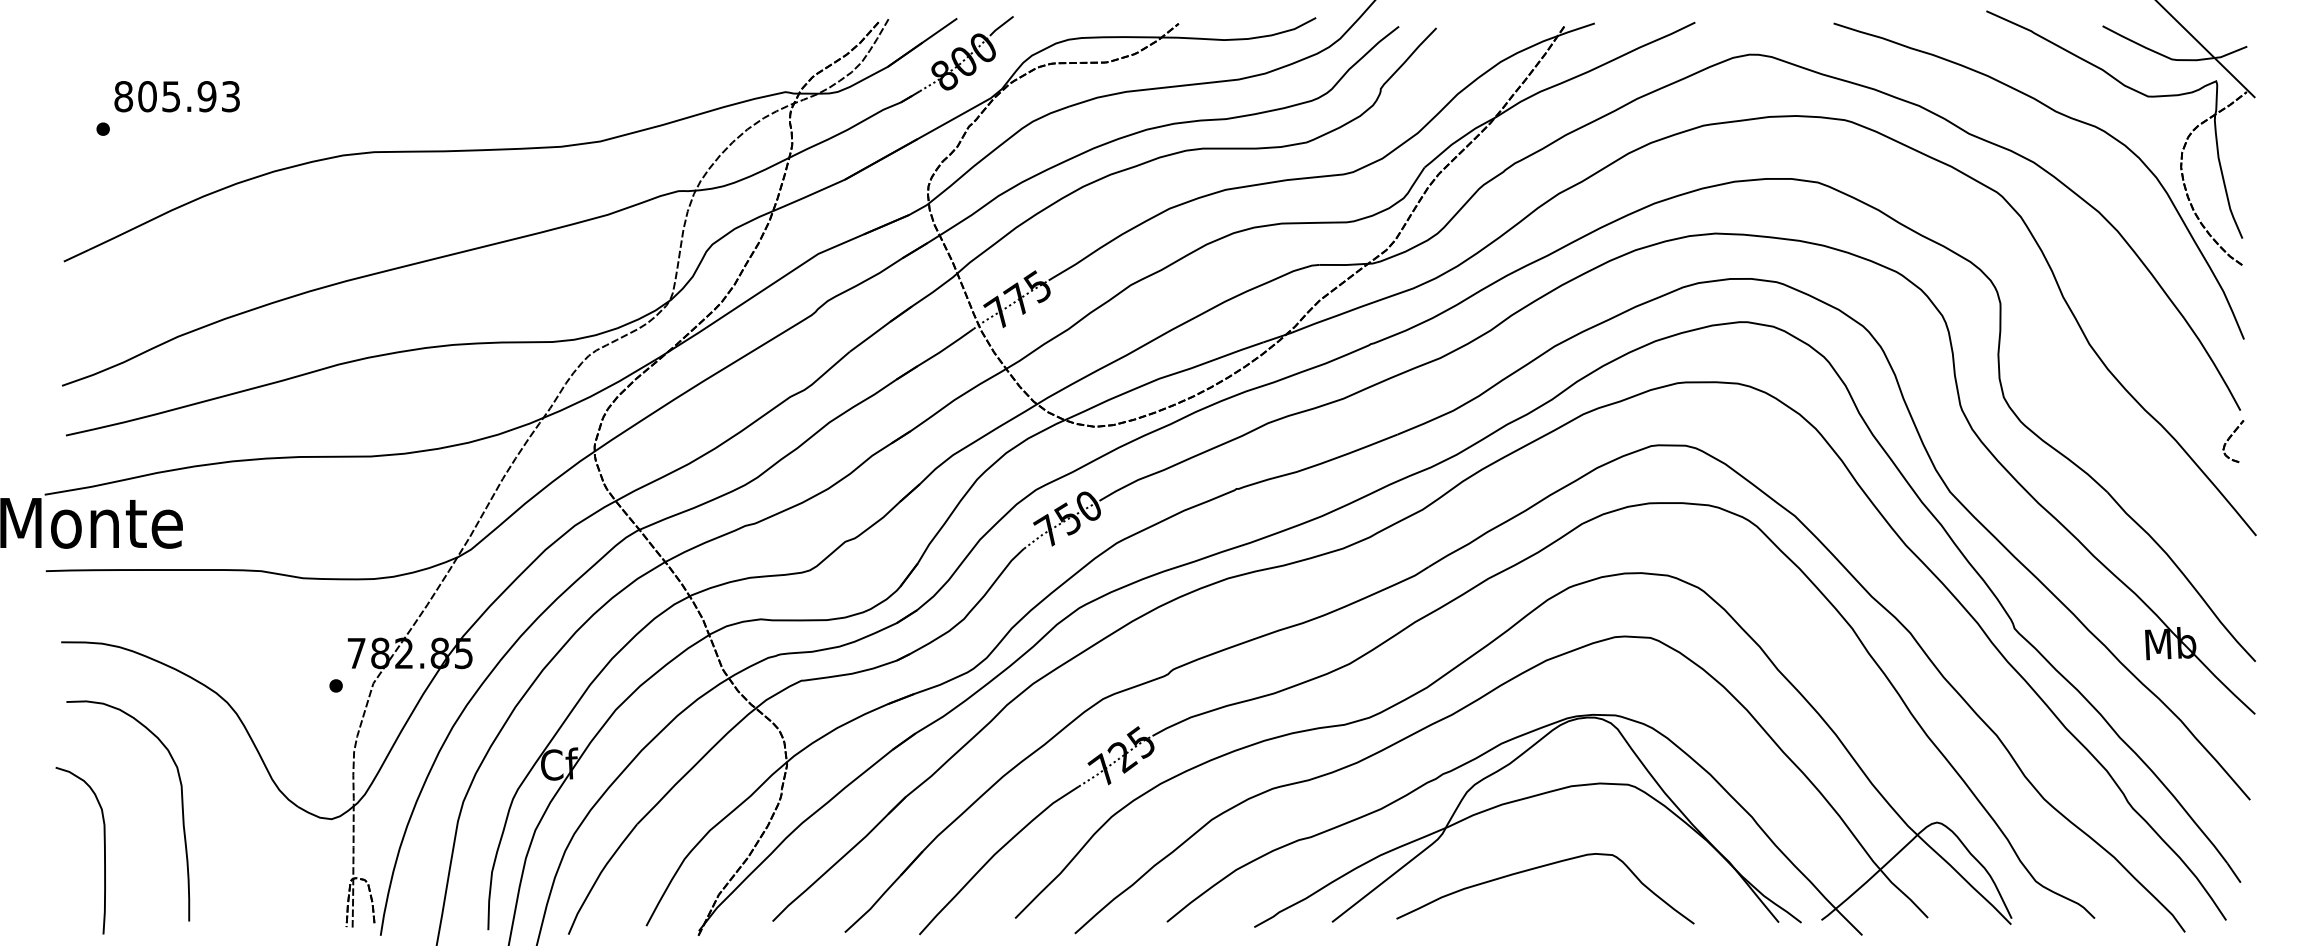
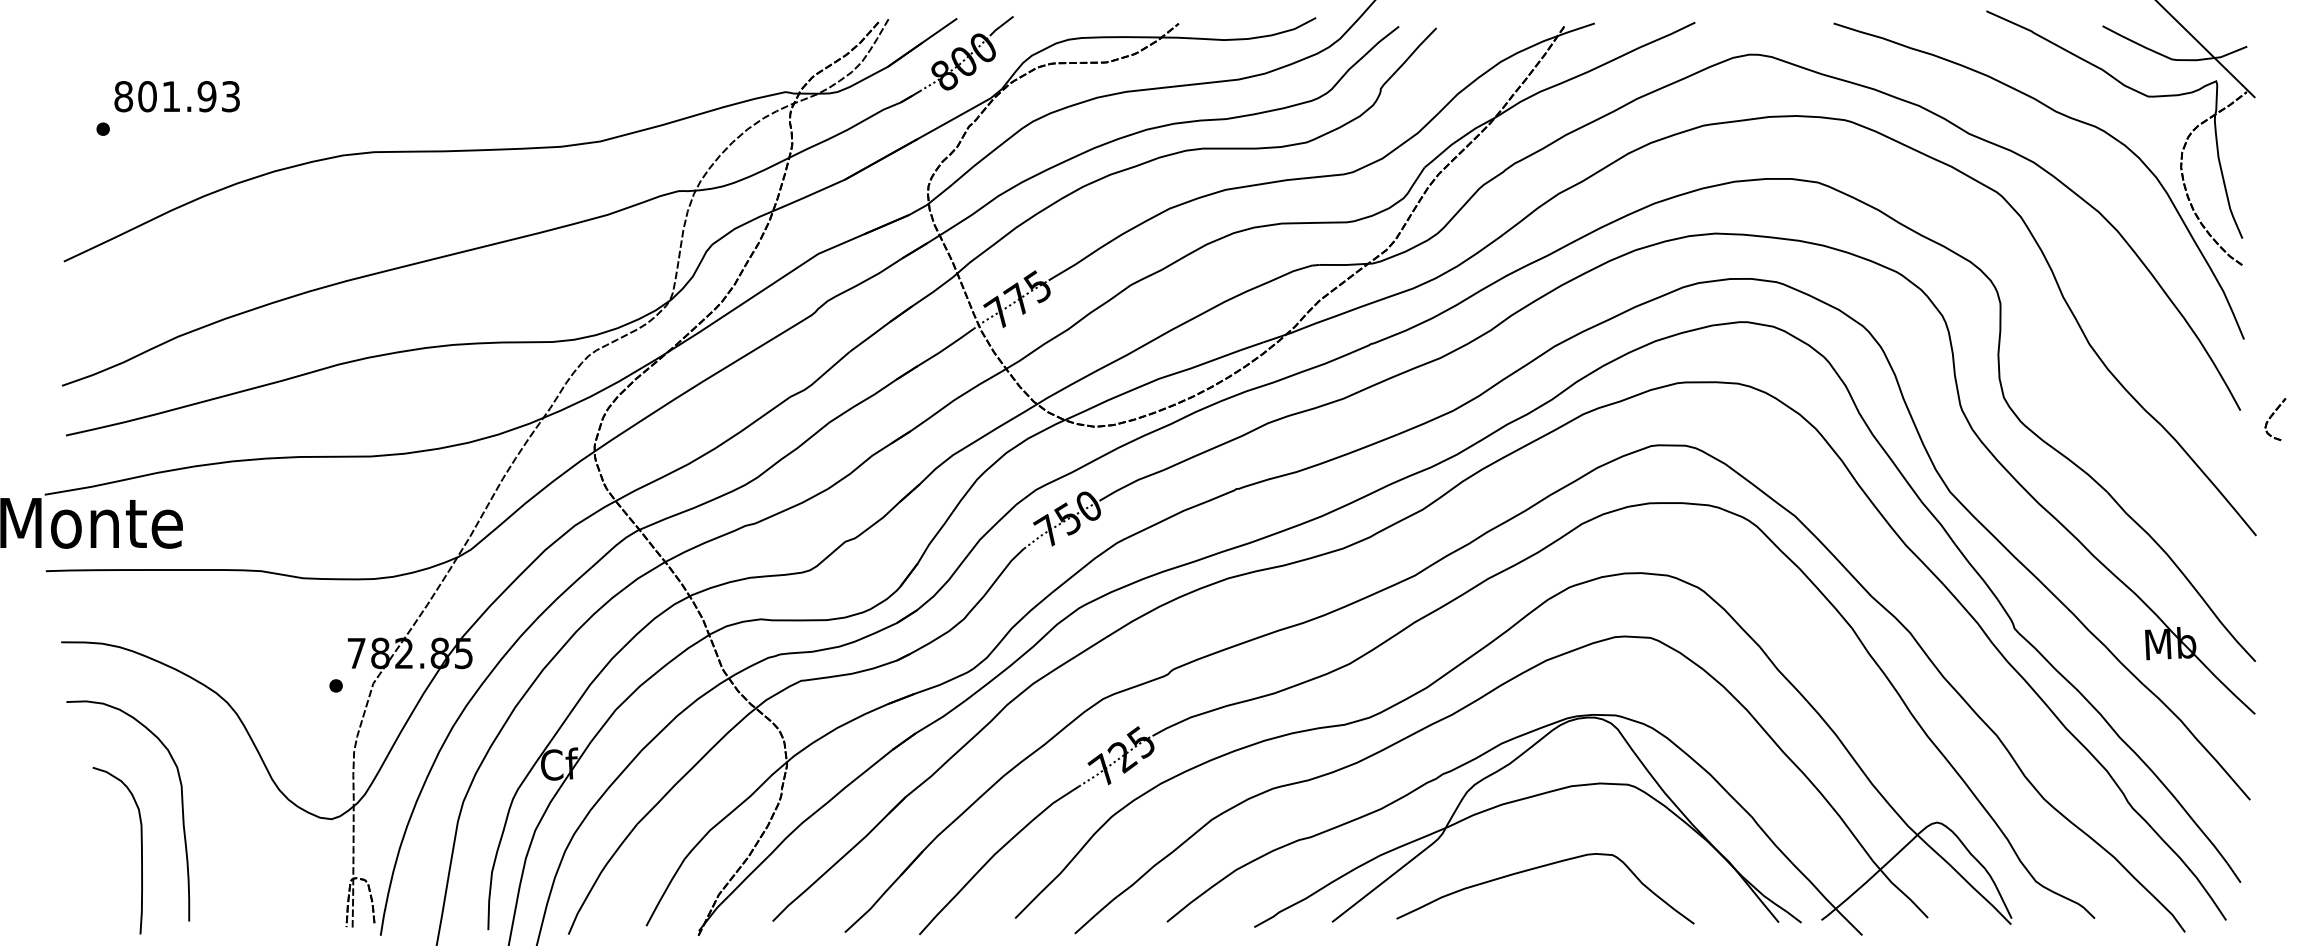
text at (170, 96): 805.93 -> 801.93
part at (2233, 441) position: (2233, 441) -> (2275, 419)
part at (104, 850) position: (104, 850) -> (141, 850)
